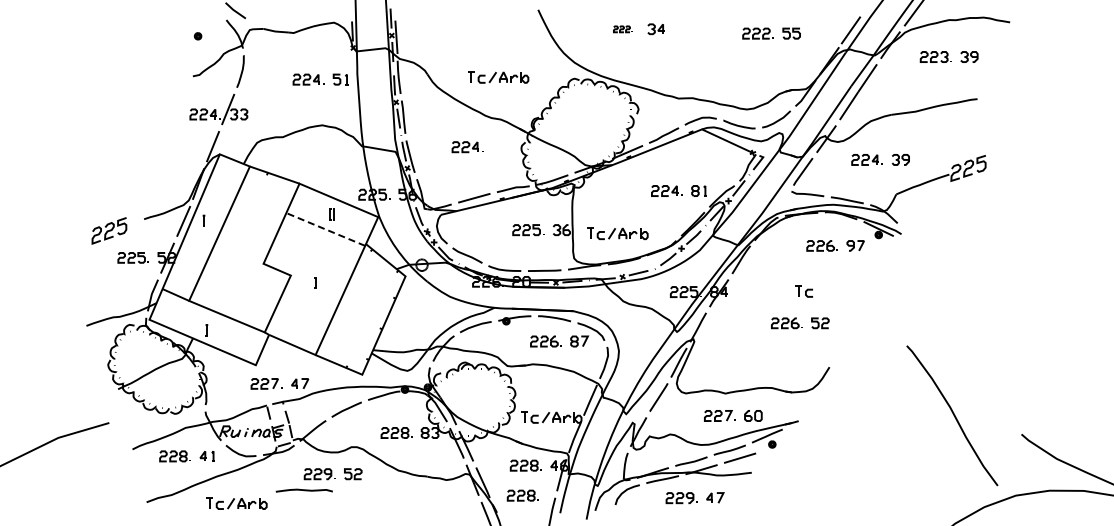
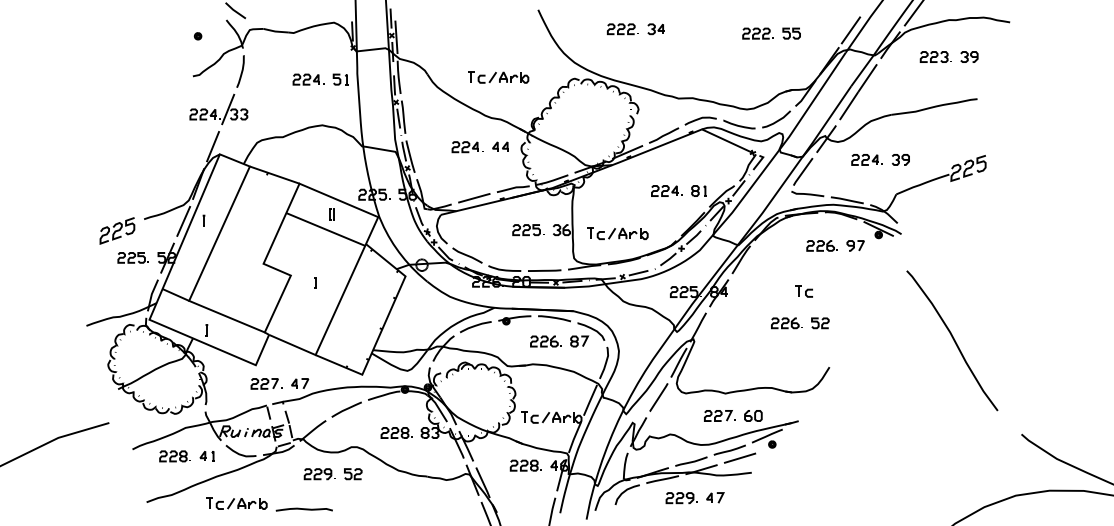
part at (622, 29) size: 20x9 px -> 32x13 px
part at (500, 146): none -> present
line at (324, 229): dashed -> solid
part at (109, 230) position: (109, 230) -> (117, 230)
curve at (952, 414) position: (952, 414) -> (952, 339)
curve at (303, 490) position: (303, 490) -> (303, 509)
part at (522, 495): present -> none
